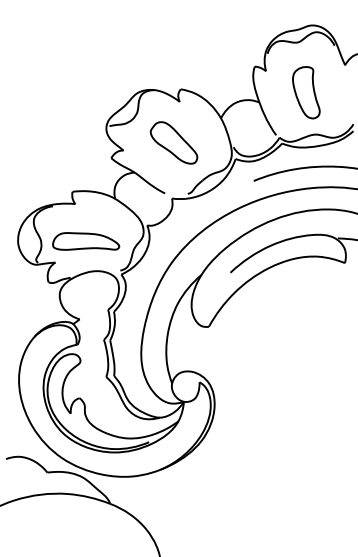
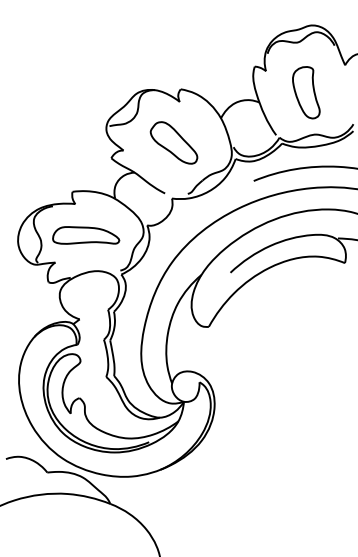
part at (86, 241) position: (86, 241) -> (86, 235)
